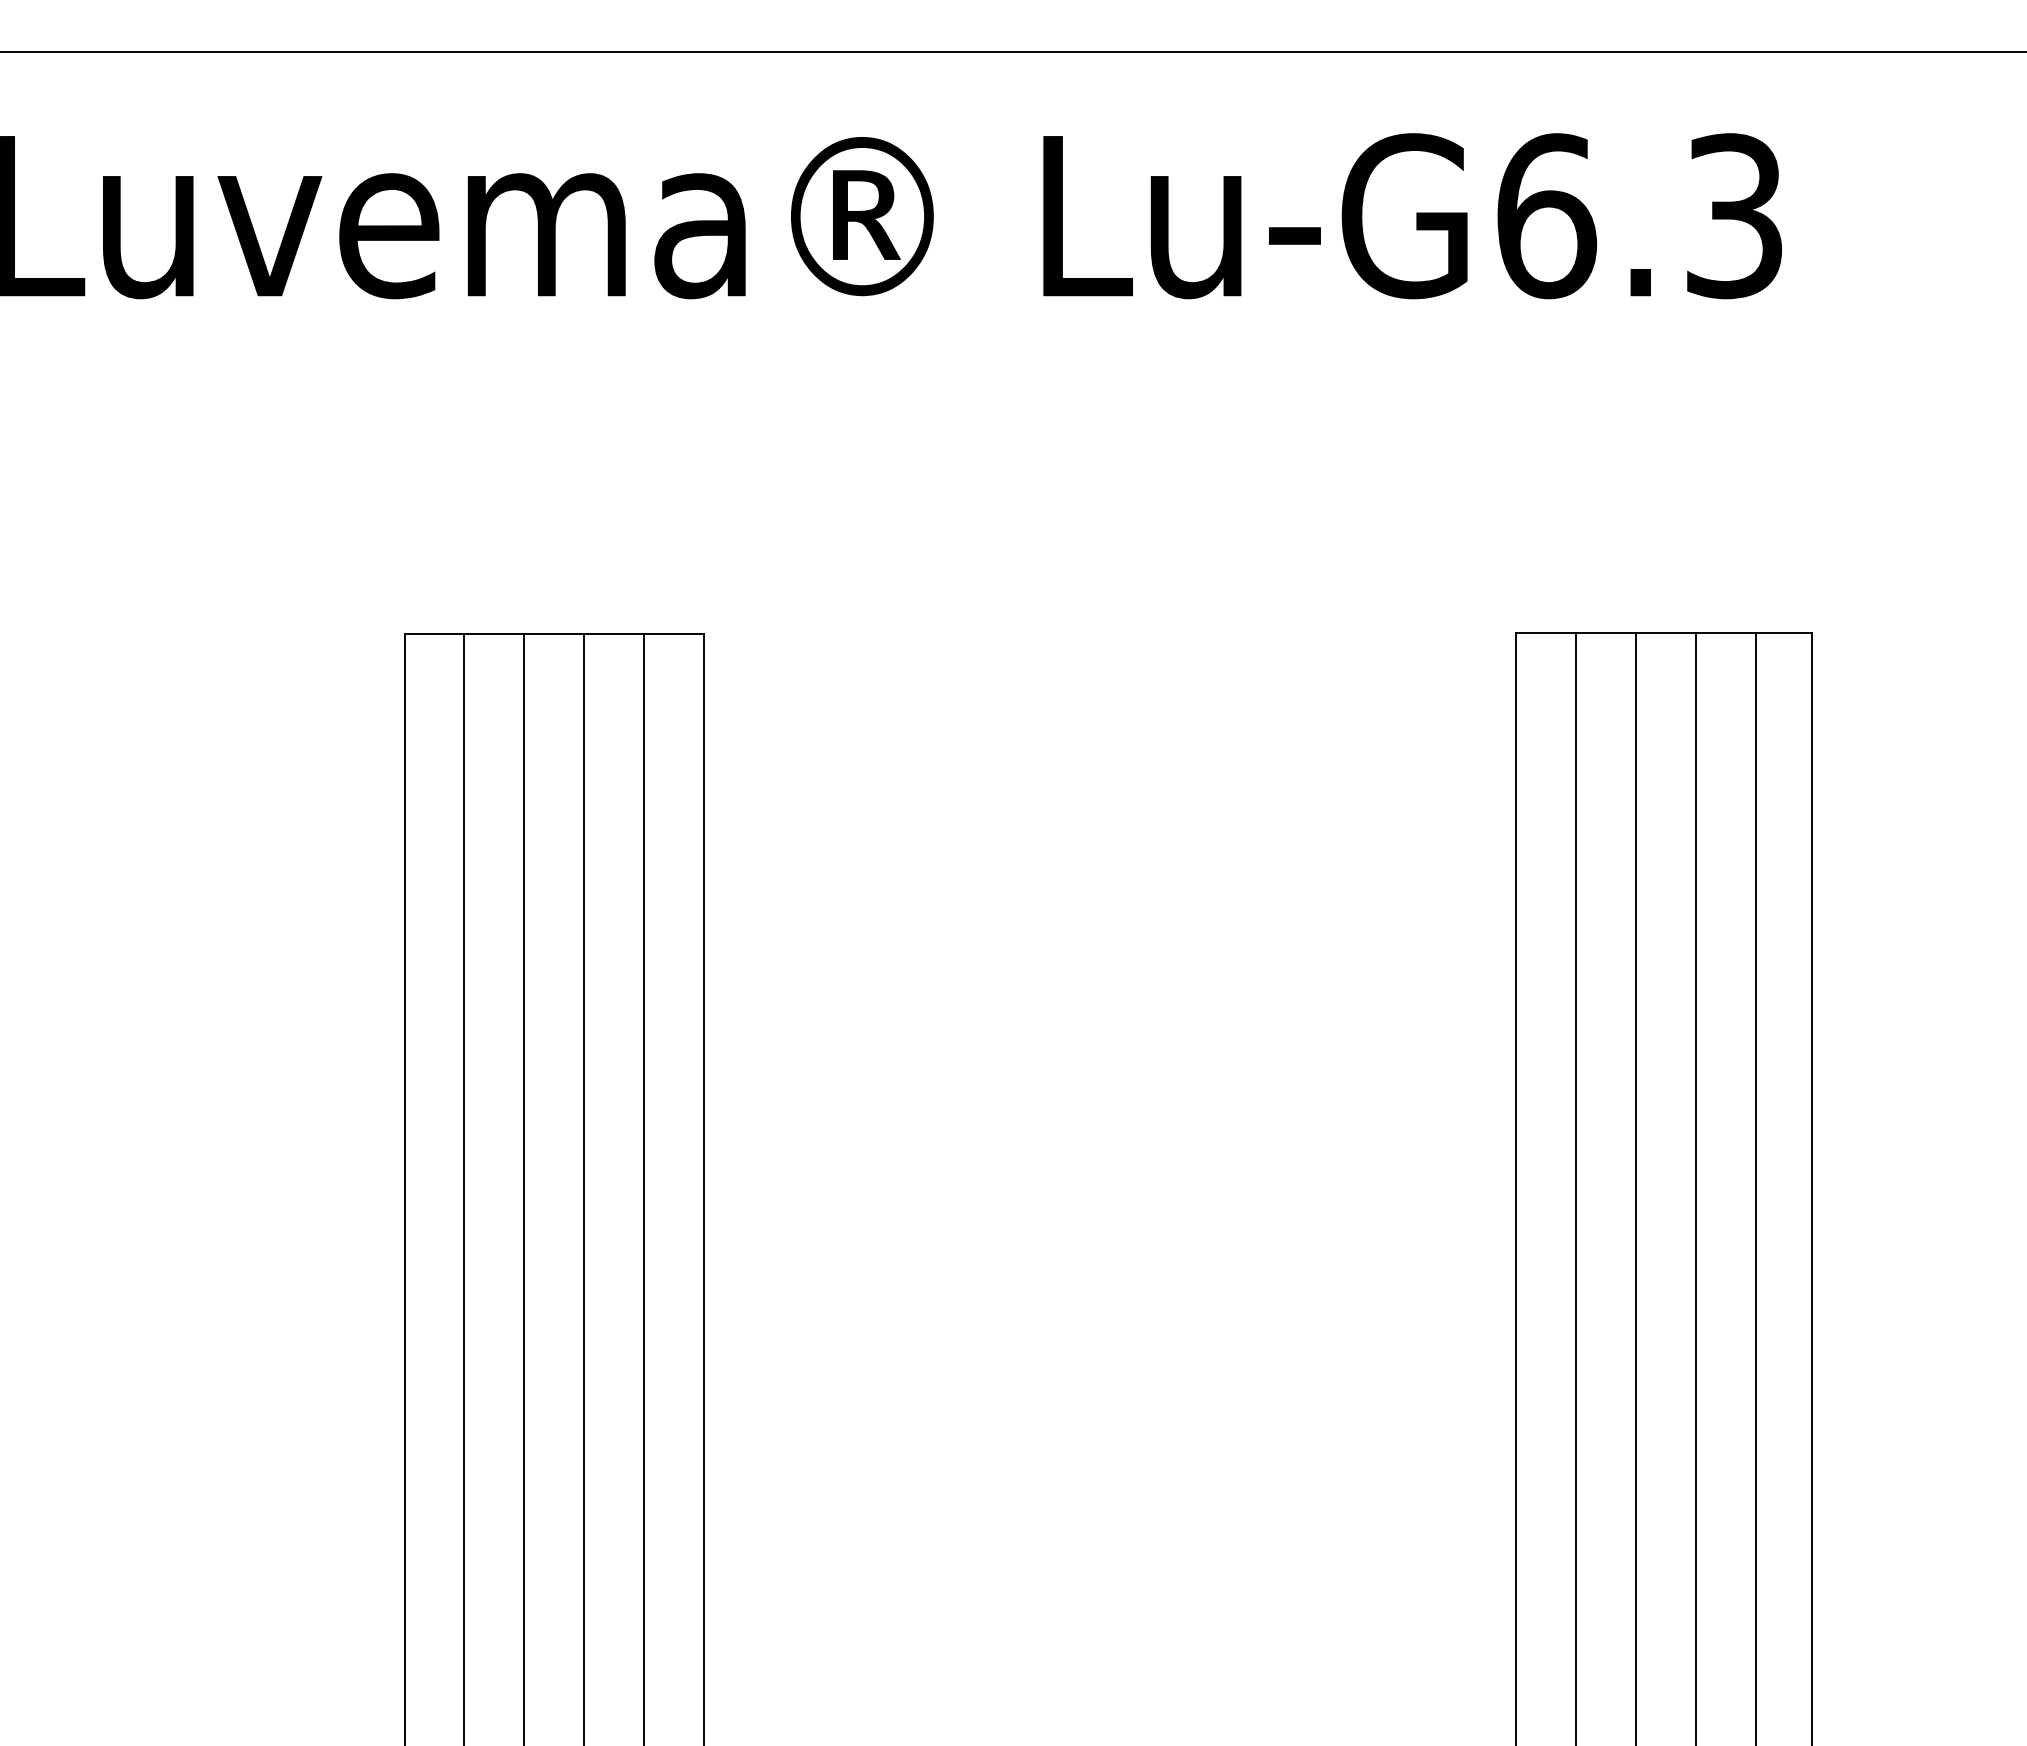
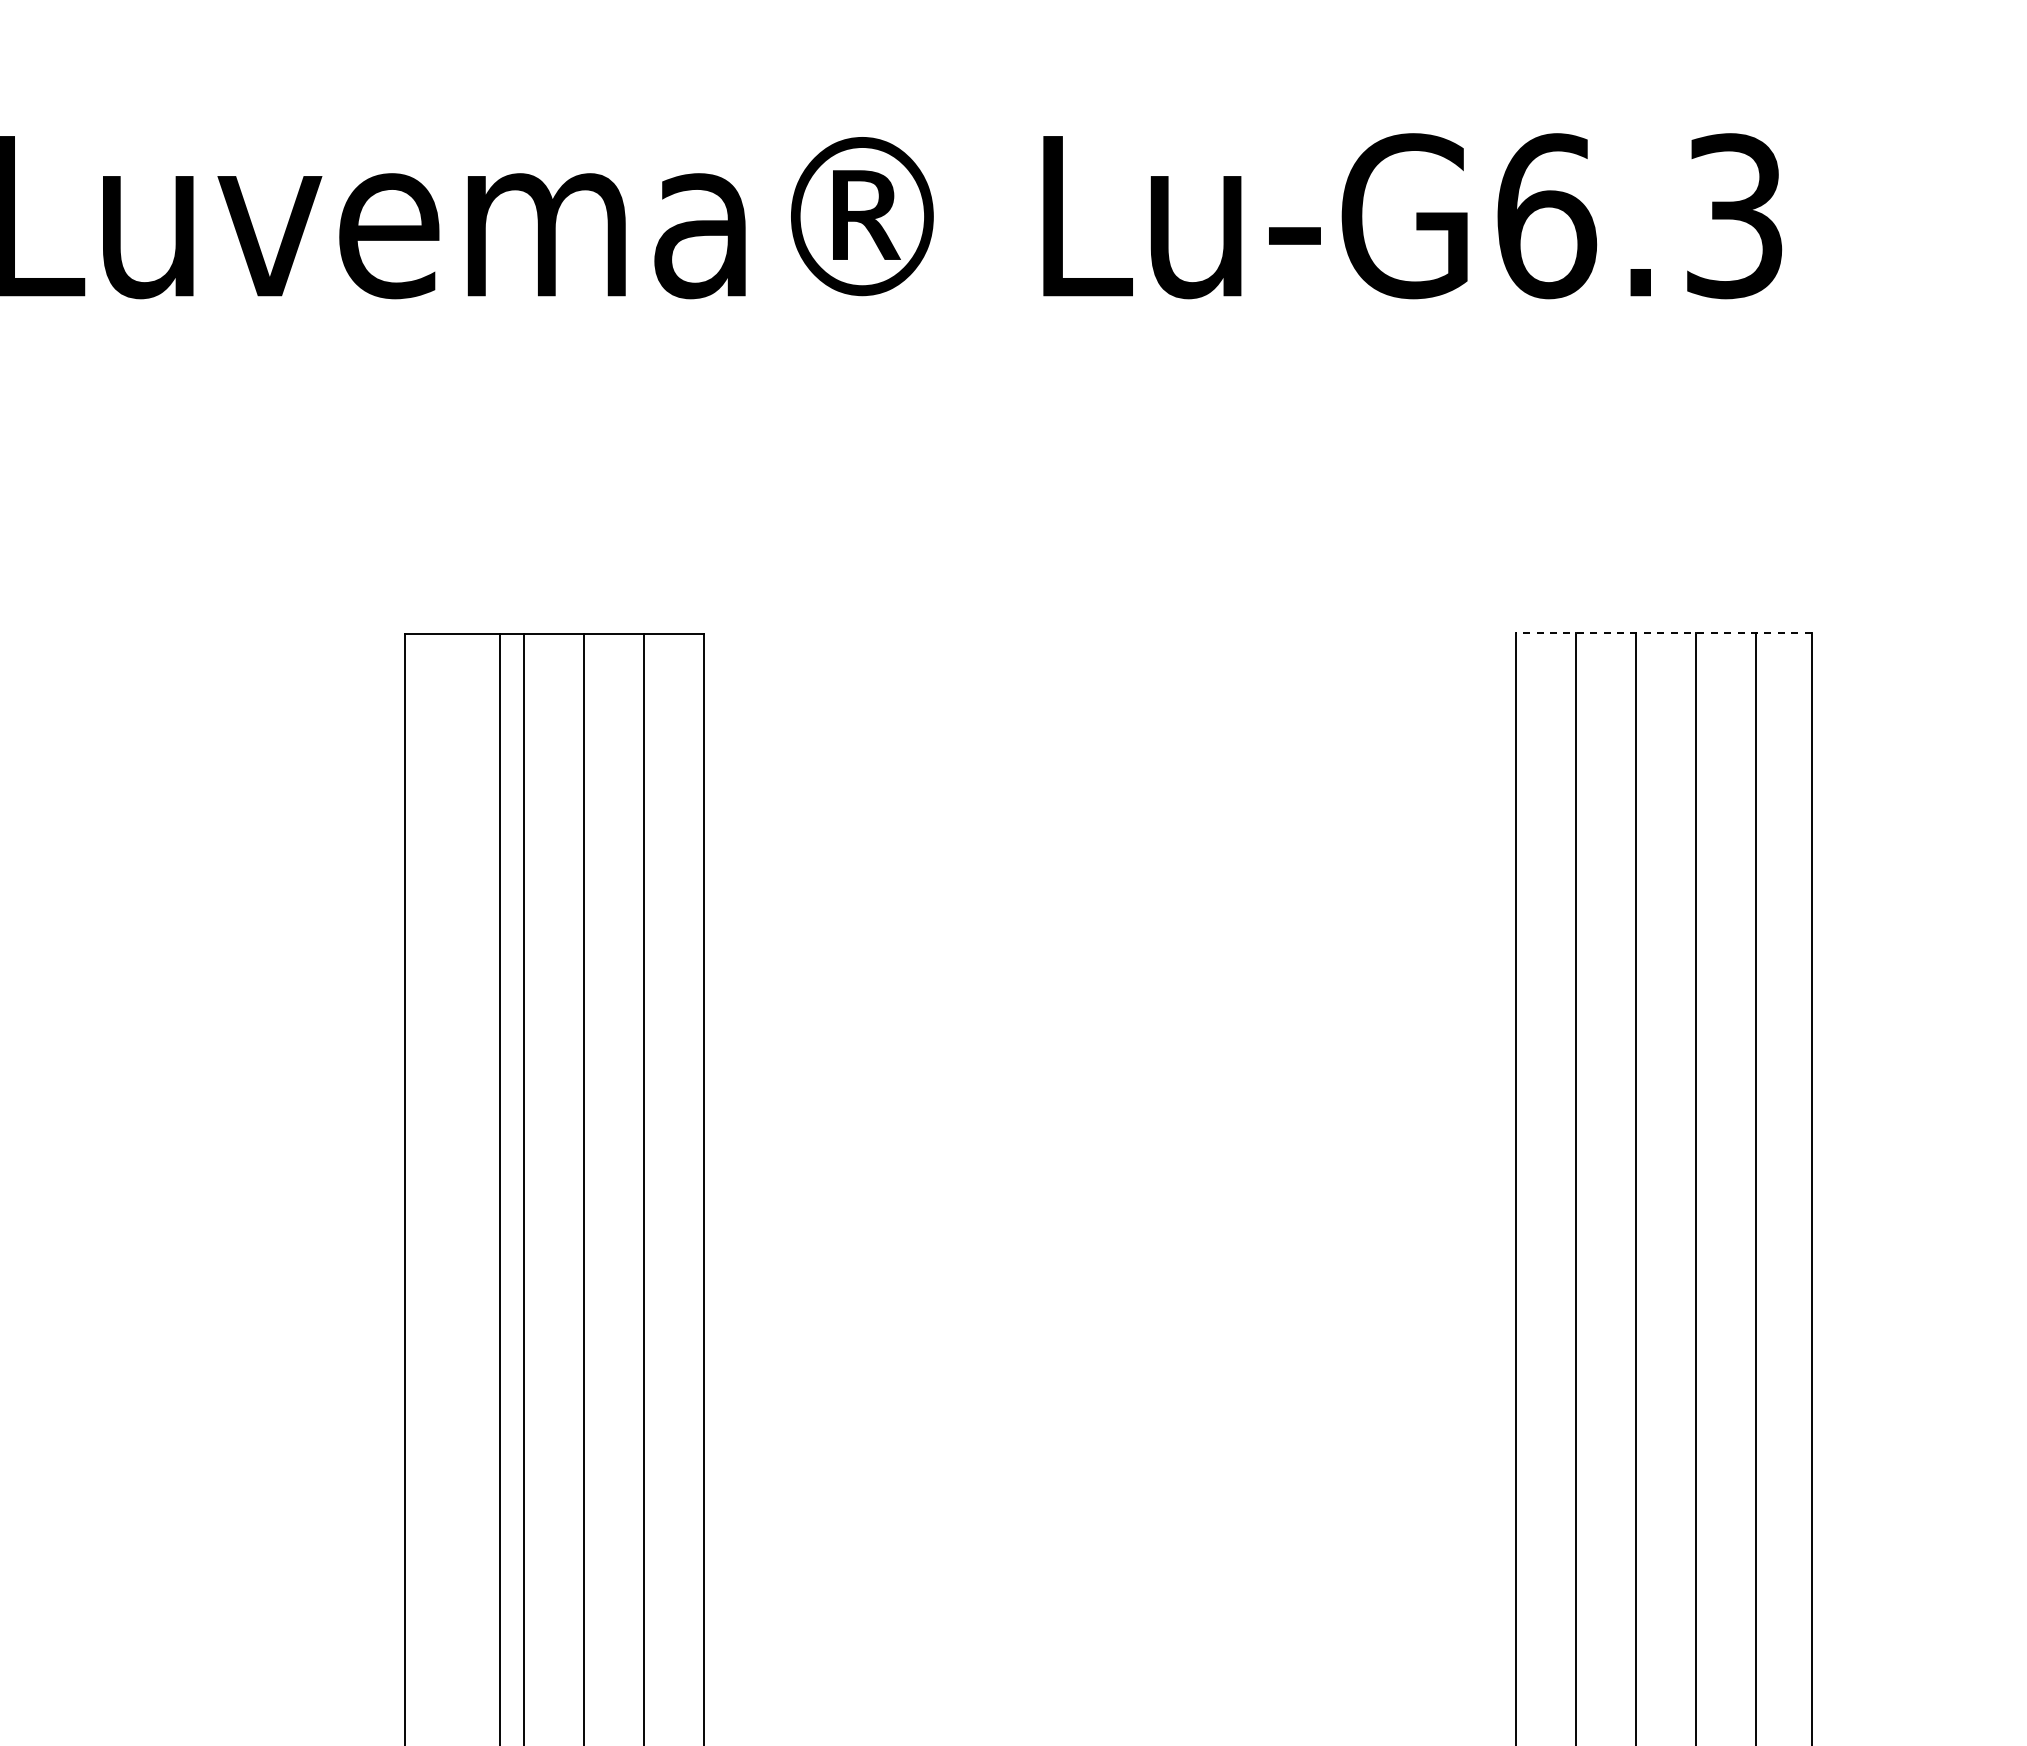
line at (1012, 52): present -> none
line at (1663, 633): solid -> dashed
line at (464, 1188) position: (464, 1188) -> (500, 1188)
